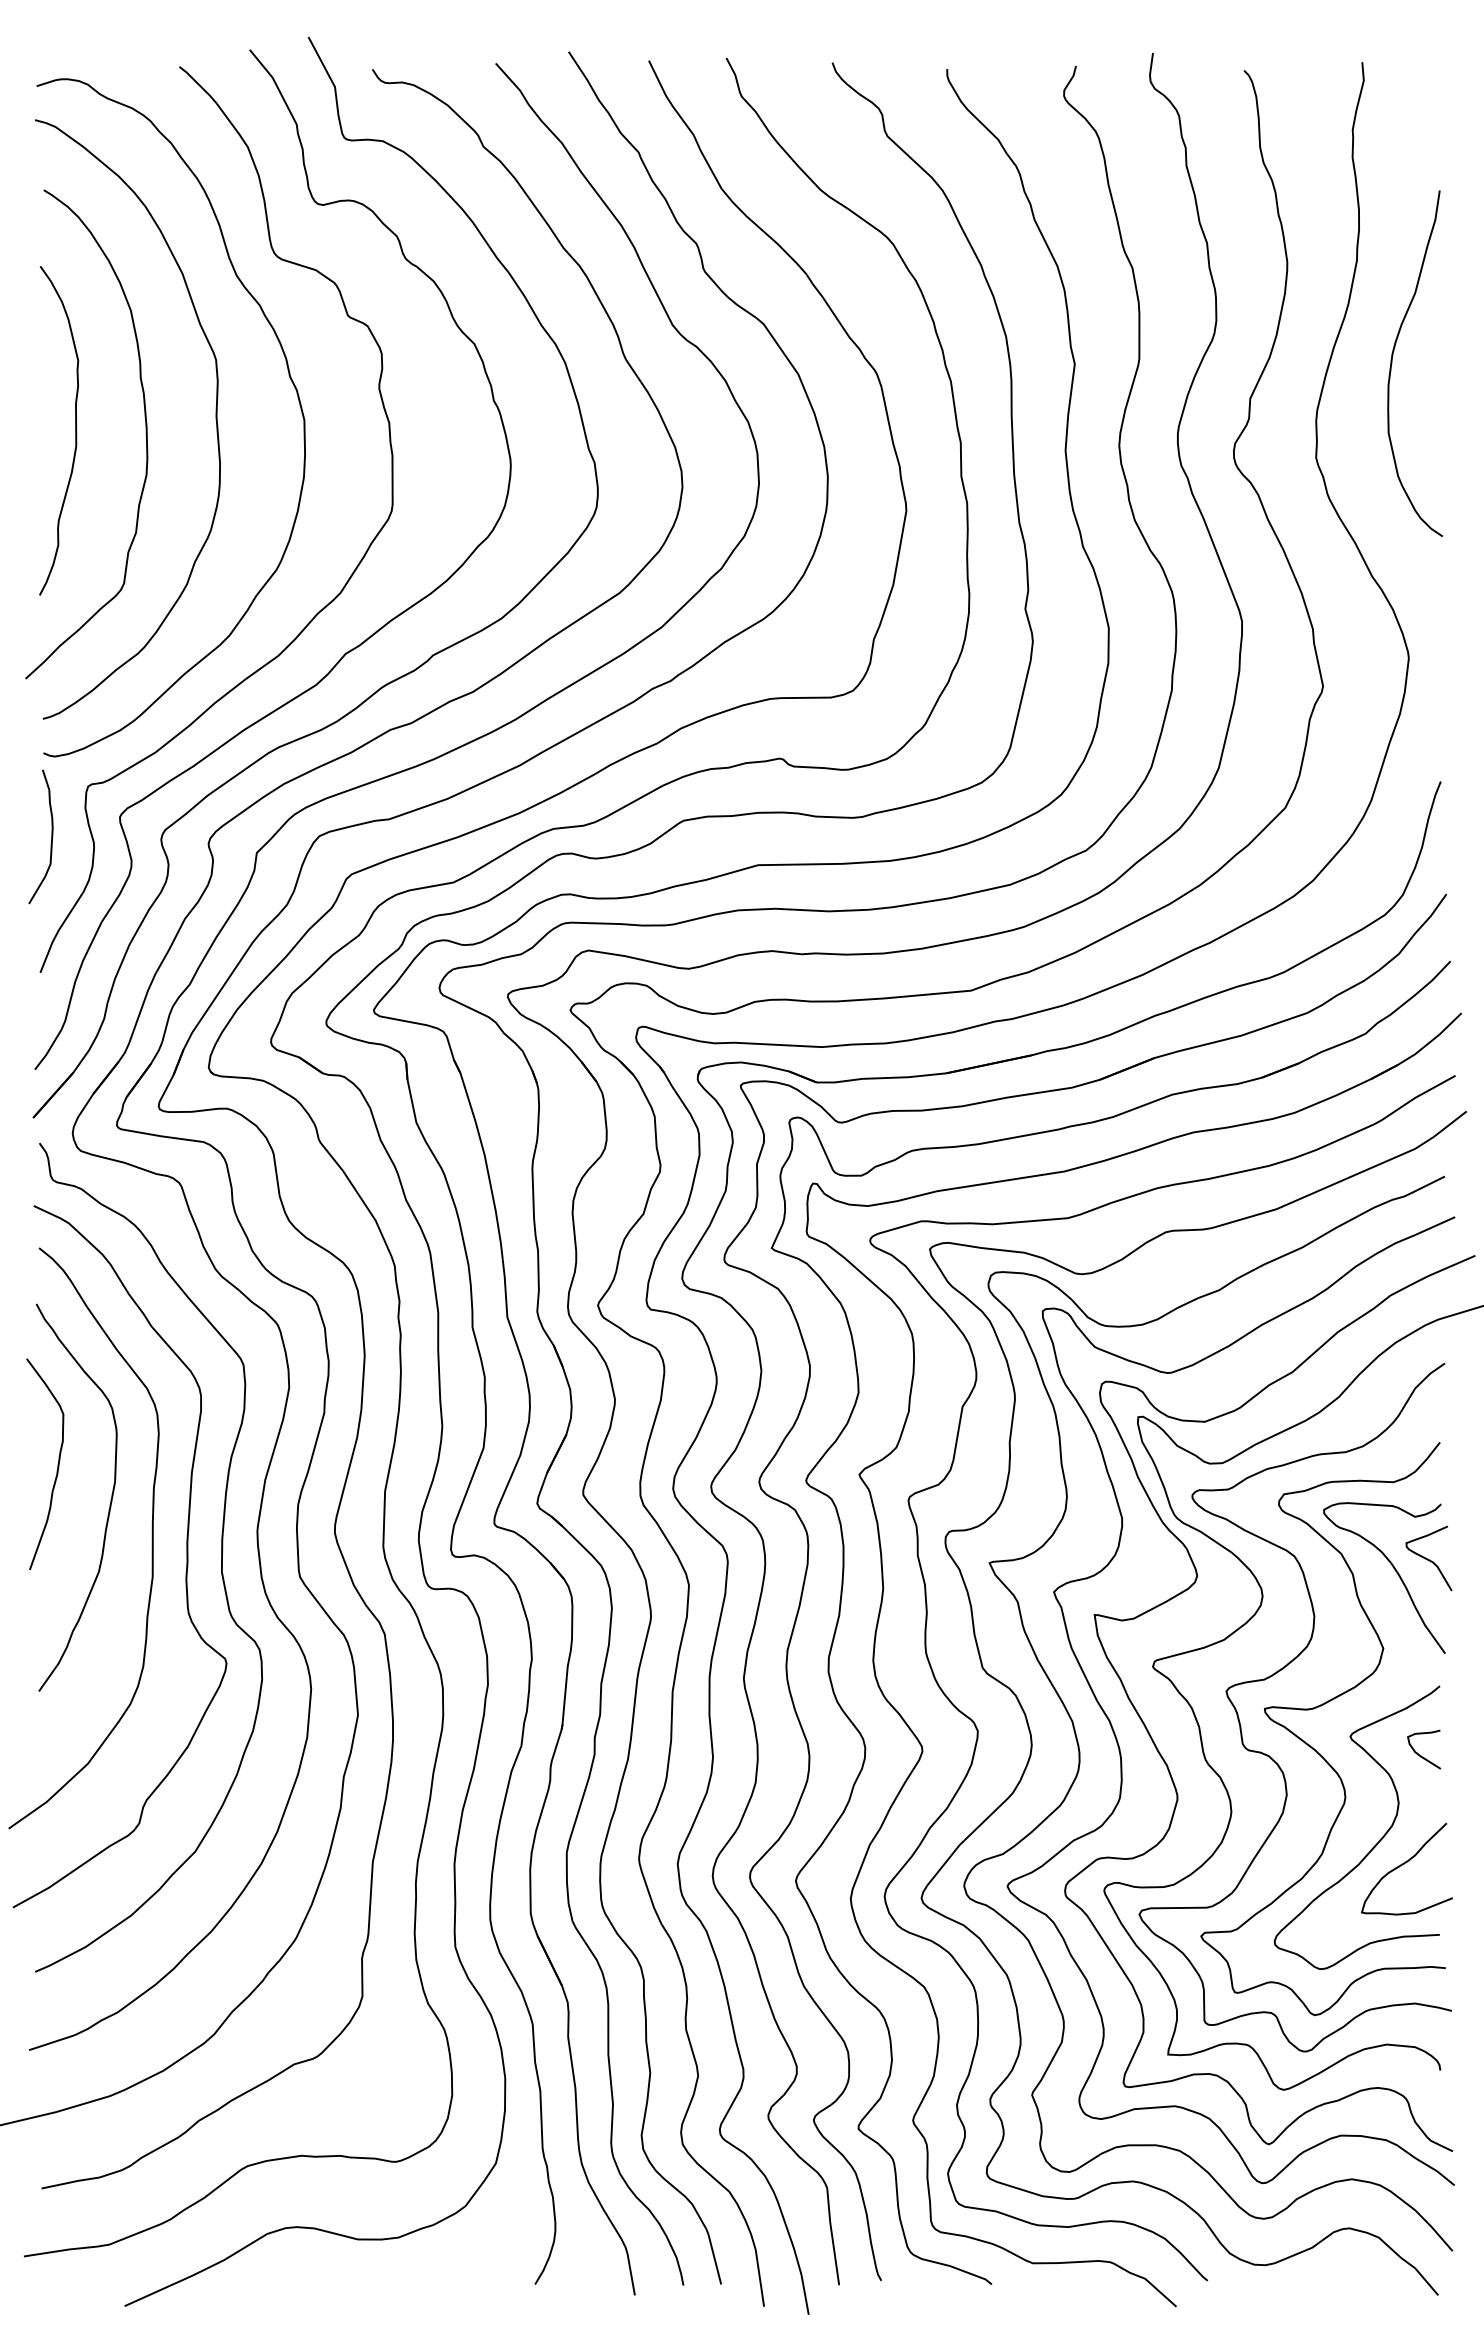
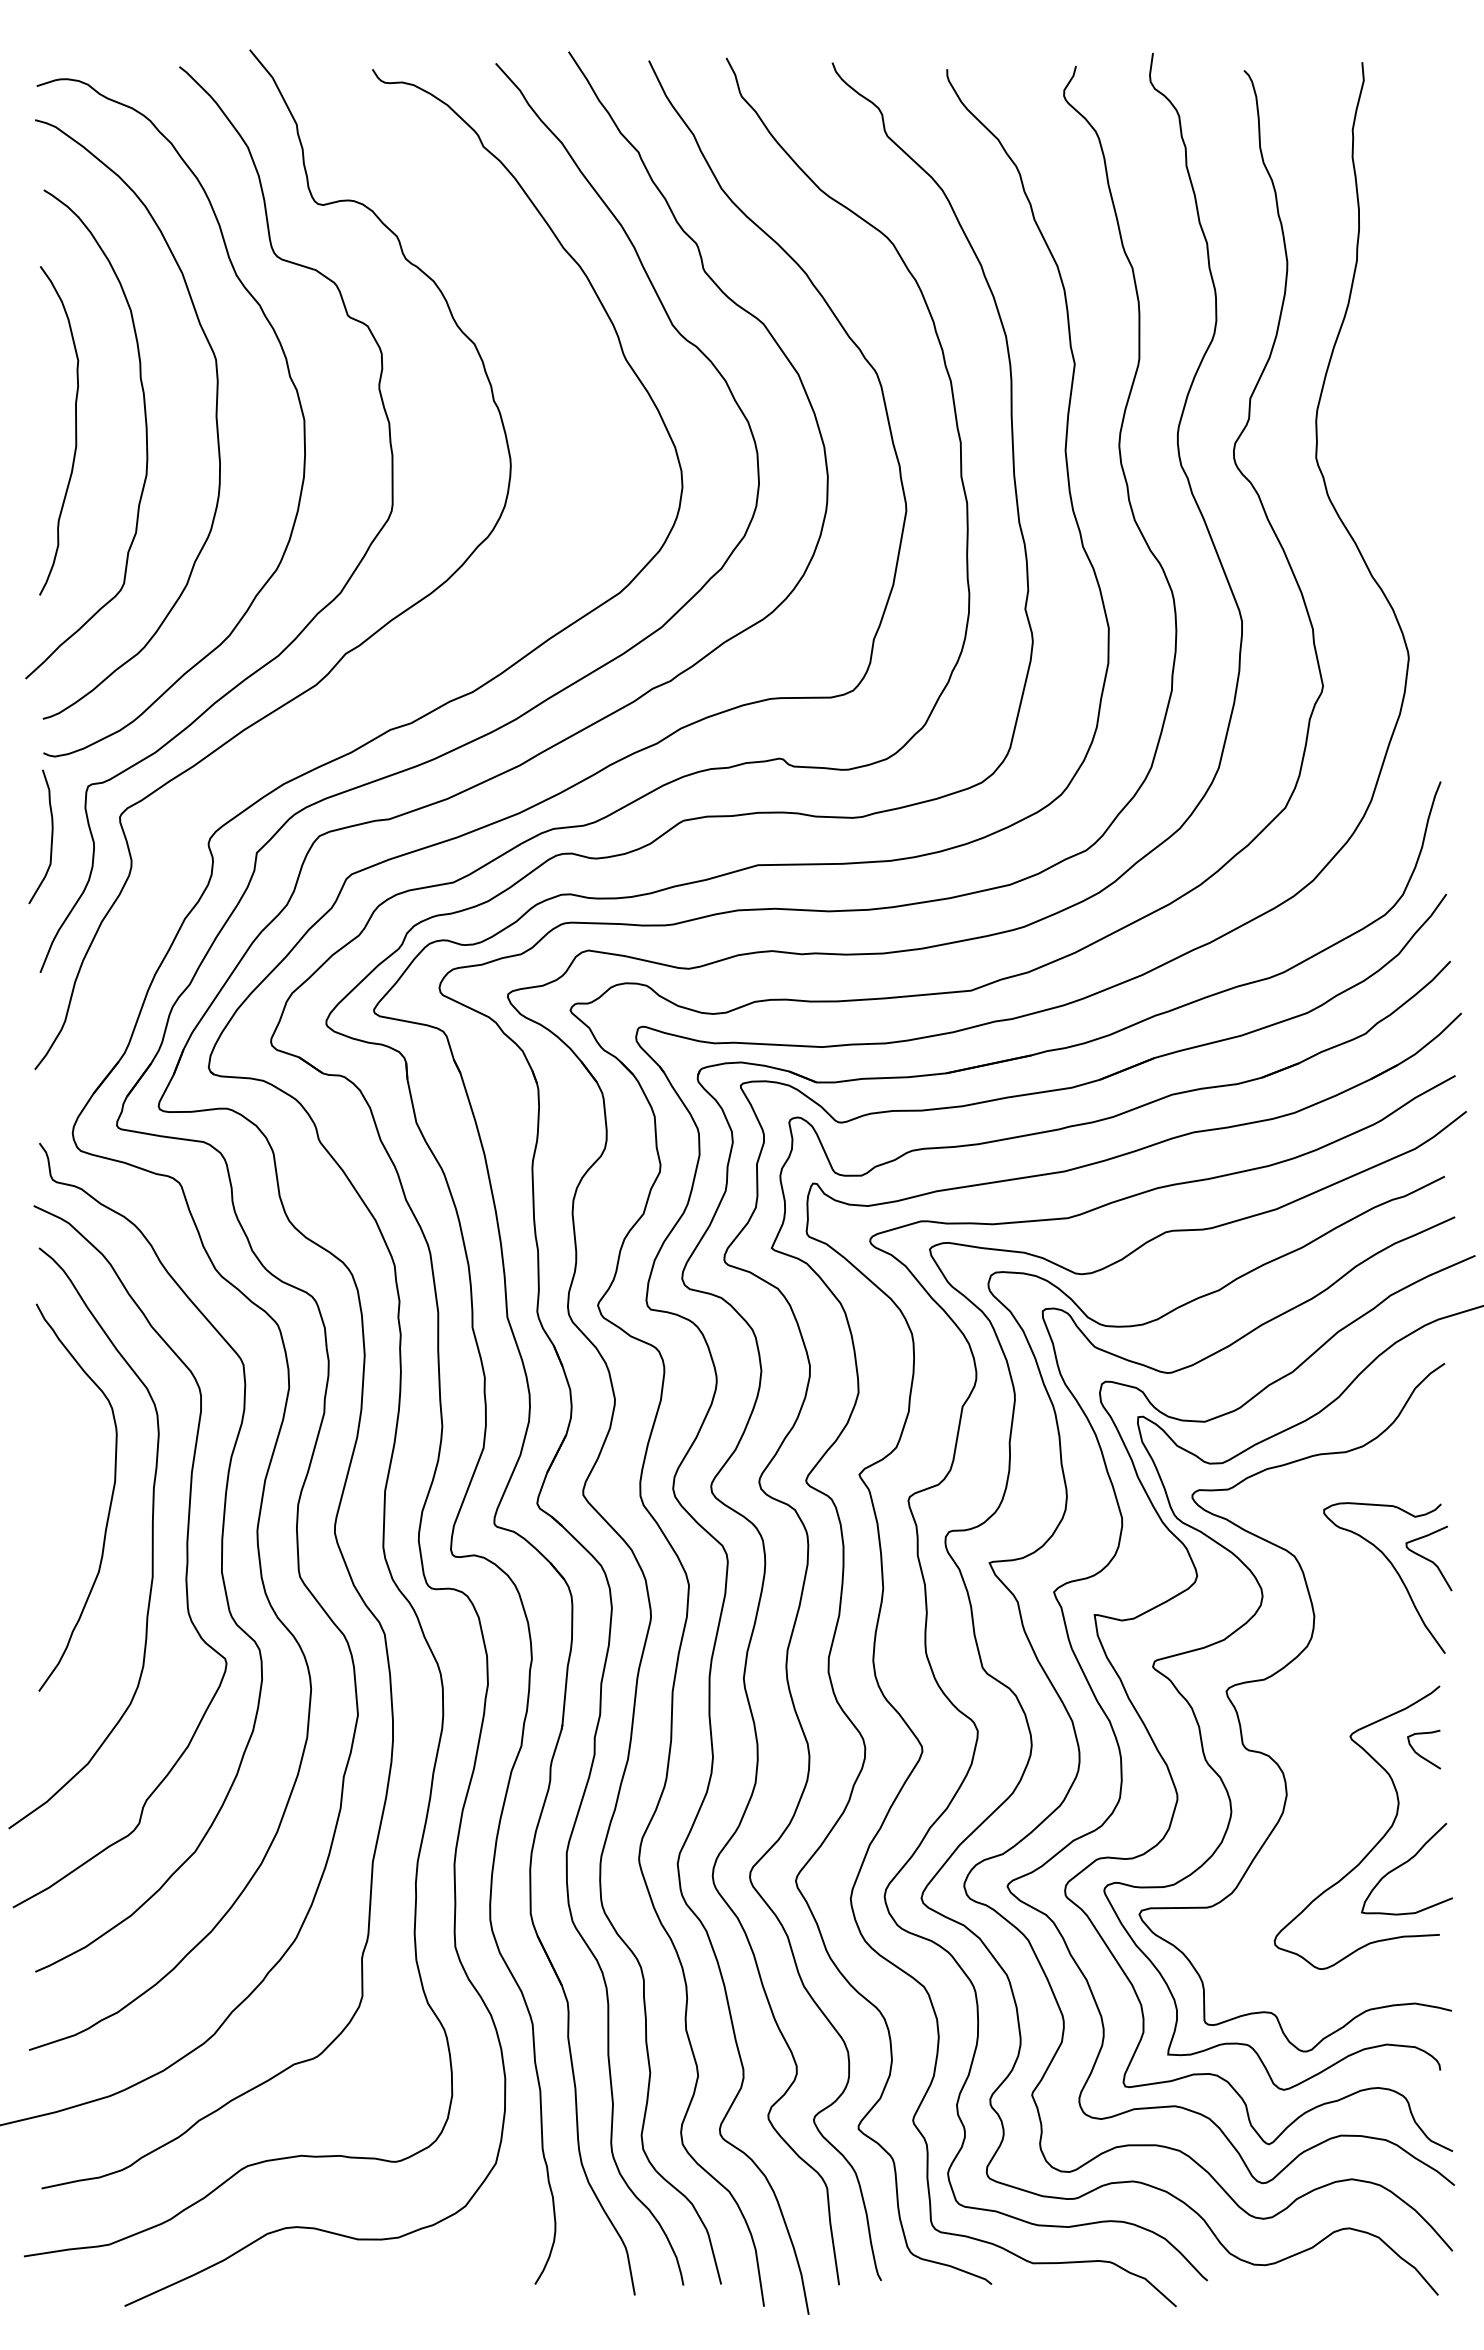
curve at (1392, 363): present -> none
part at (384, 684): present -> none
curve at (57, 1464): present -> none
curve at (1308, 1743): present -> none
